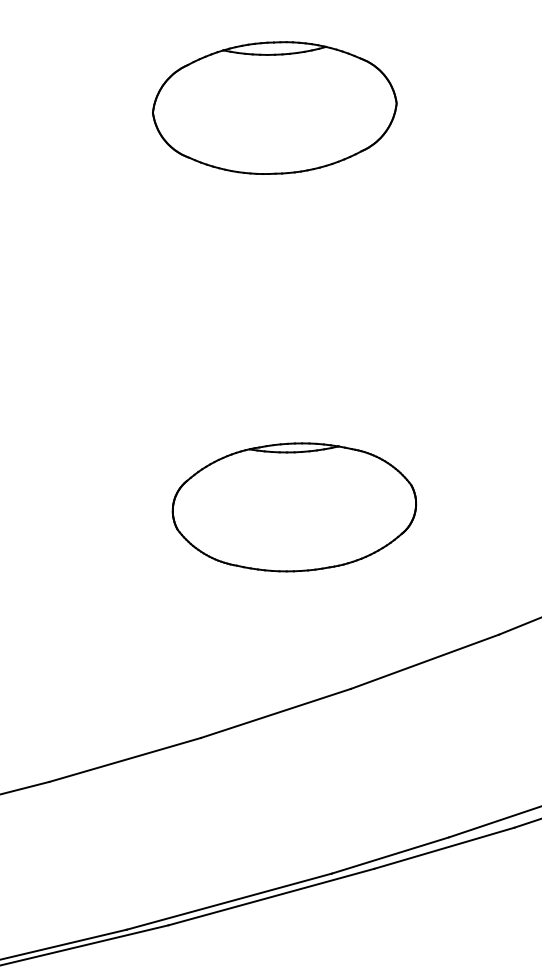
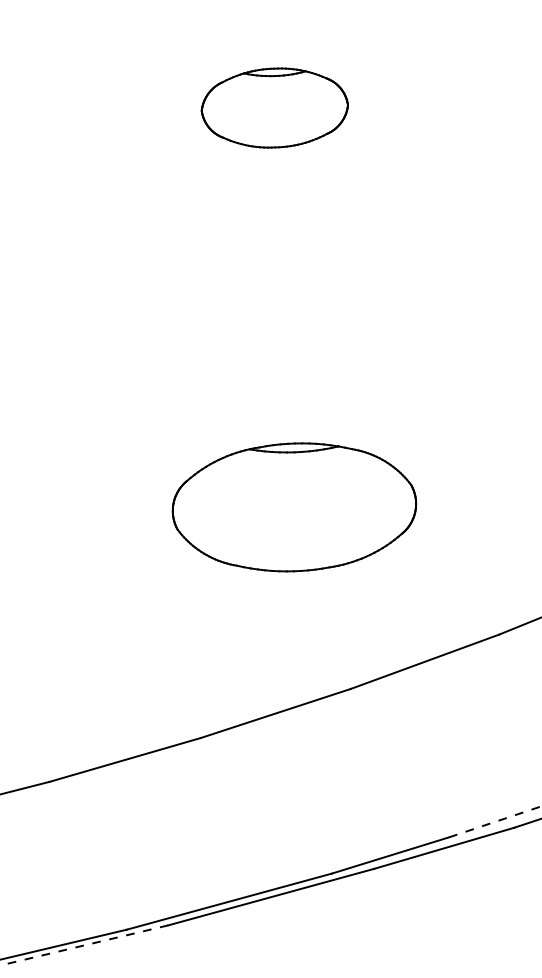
part at (274, 107) size: 246x134 px -> 149x82 px
line at (495, 821): solid -> dashed
line at (84, 945): solid -> dashed
